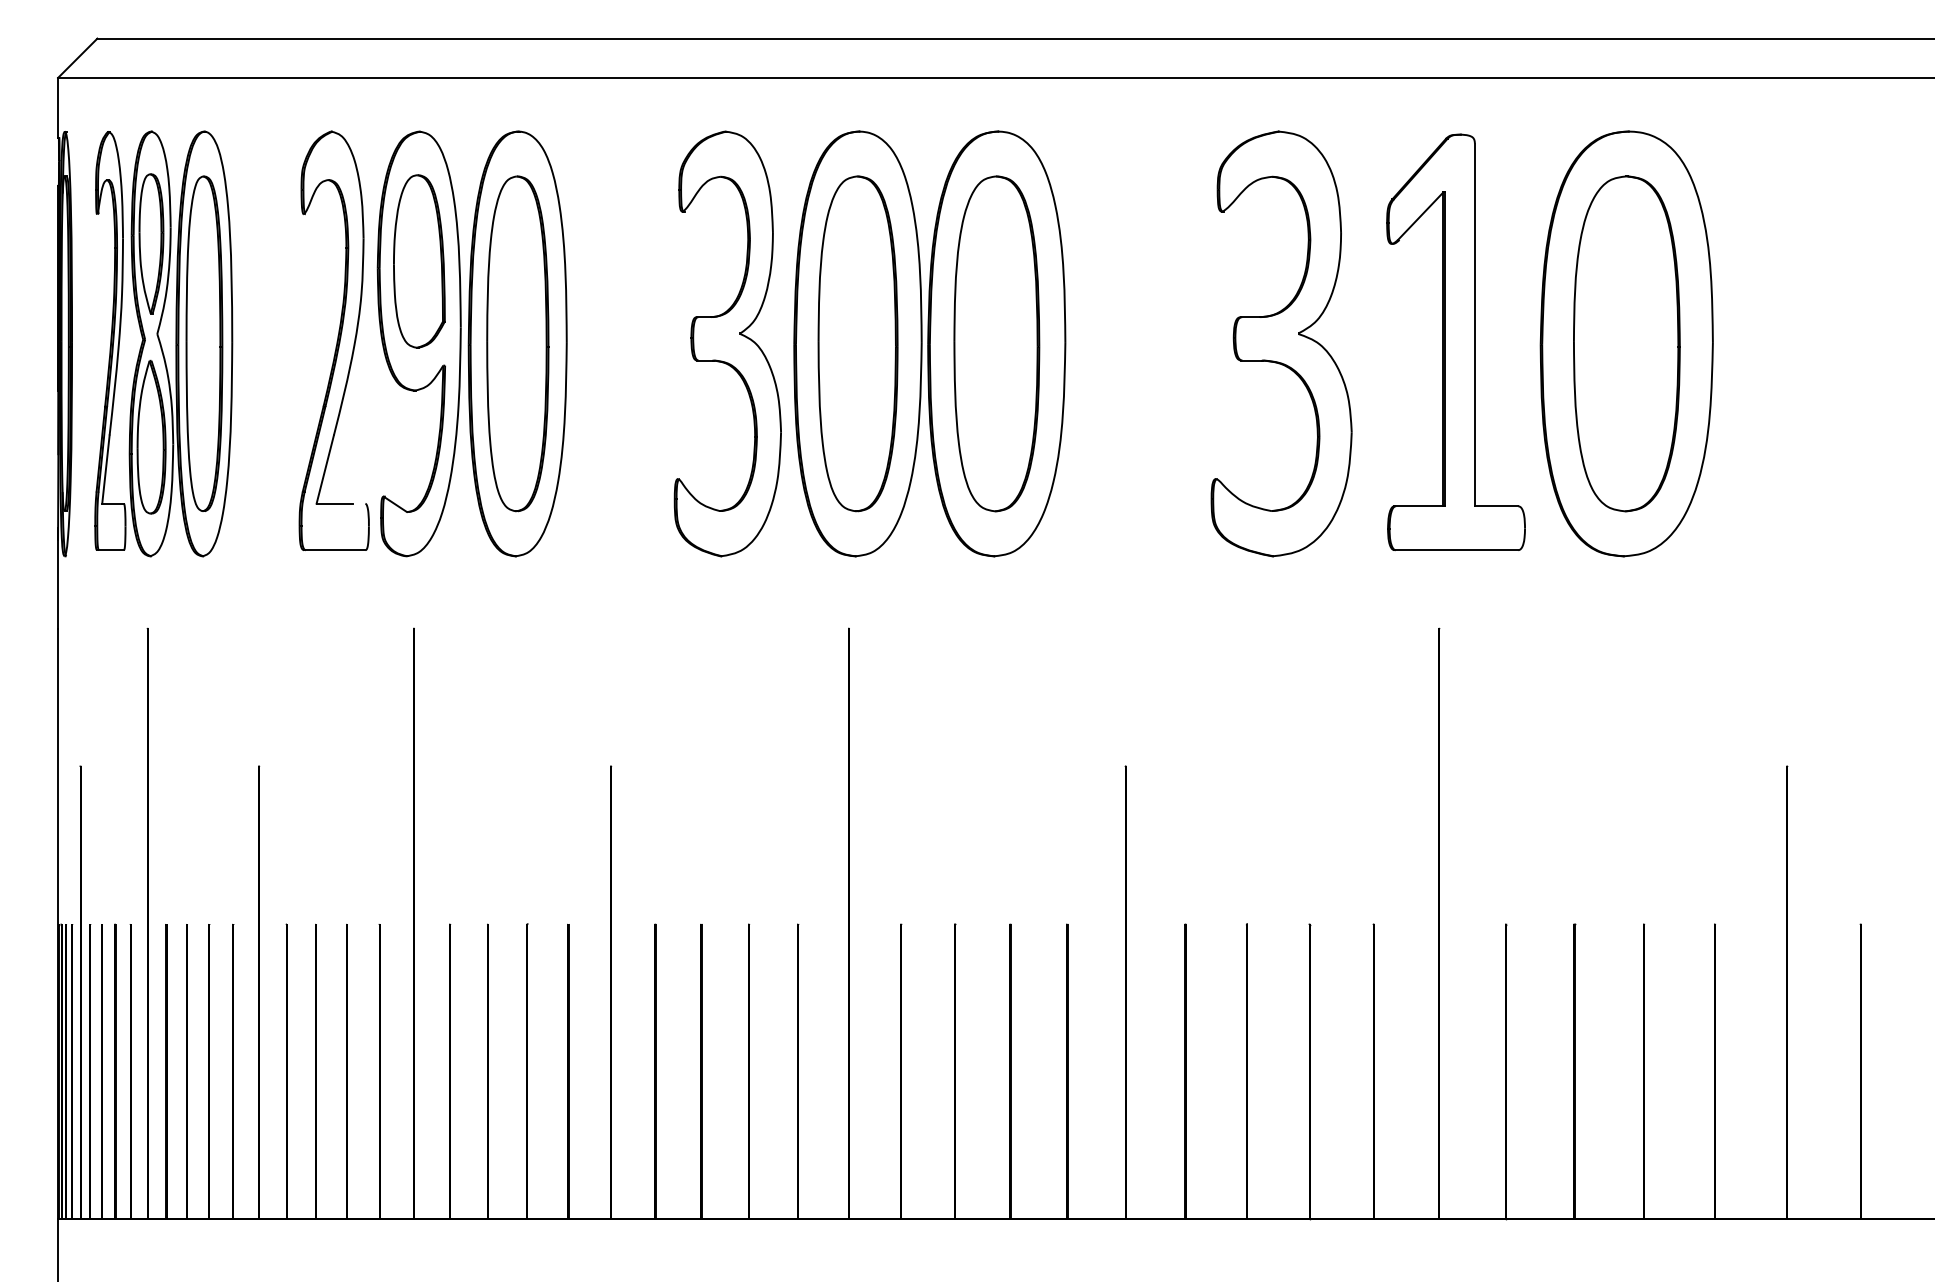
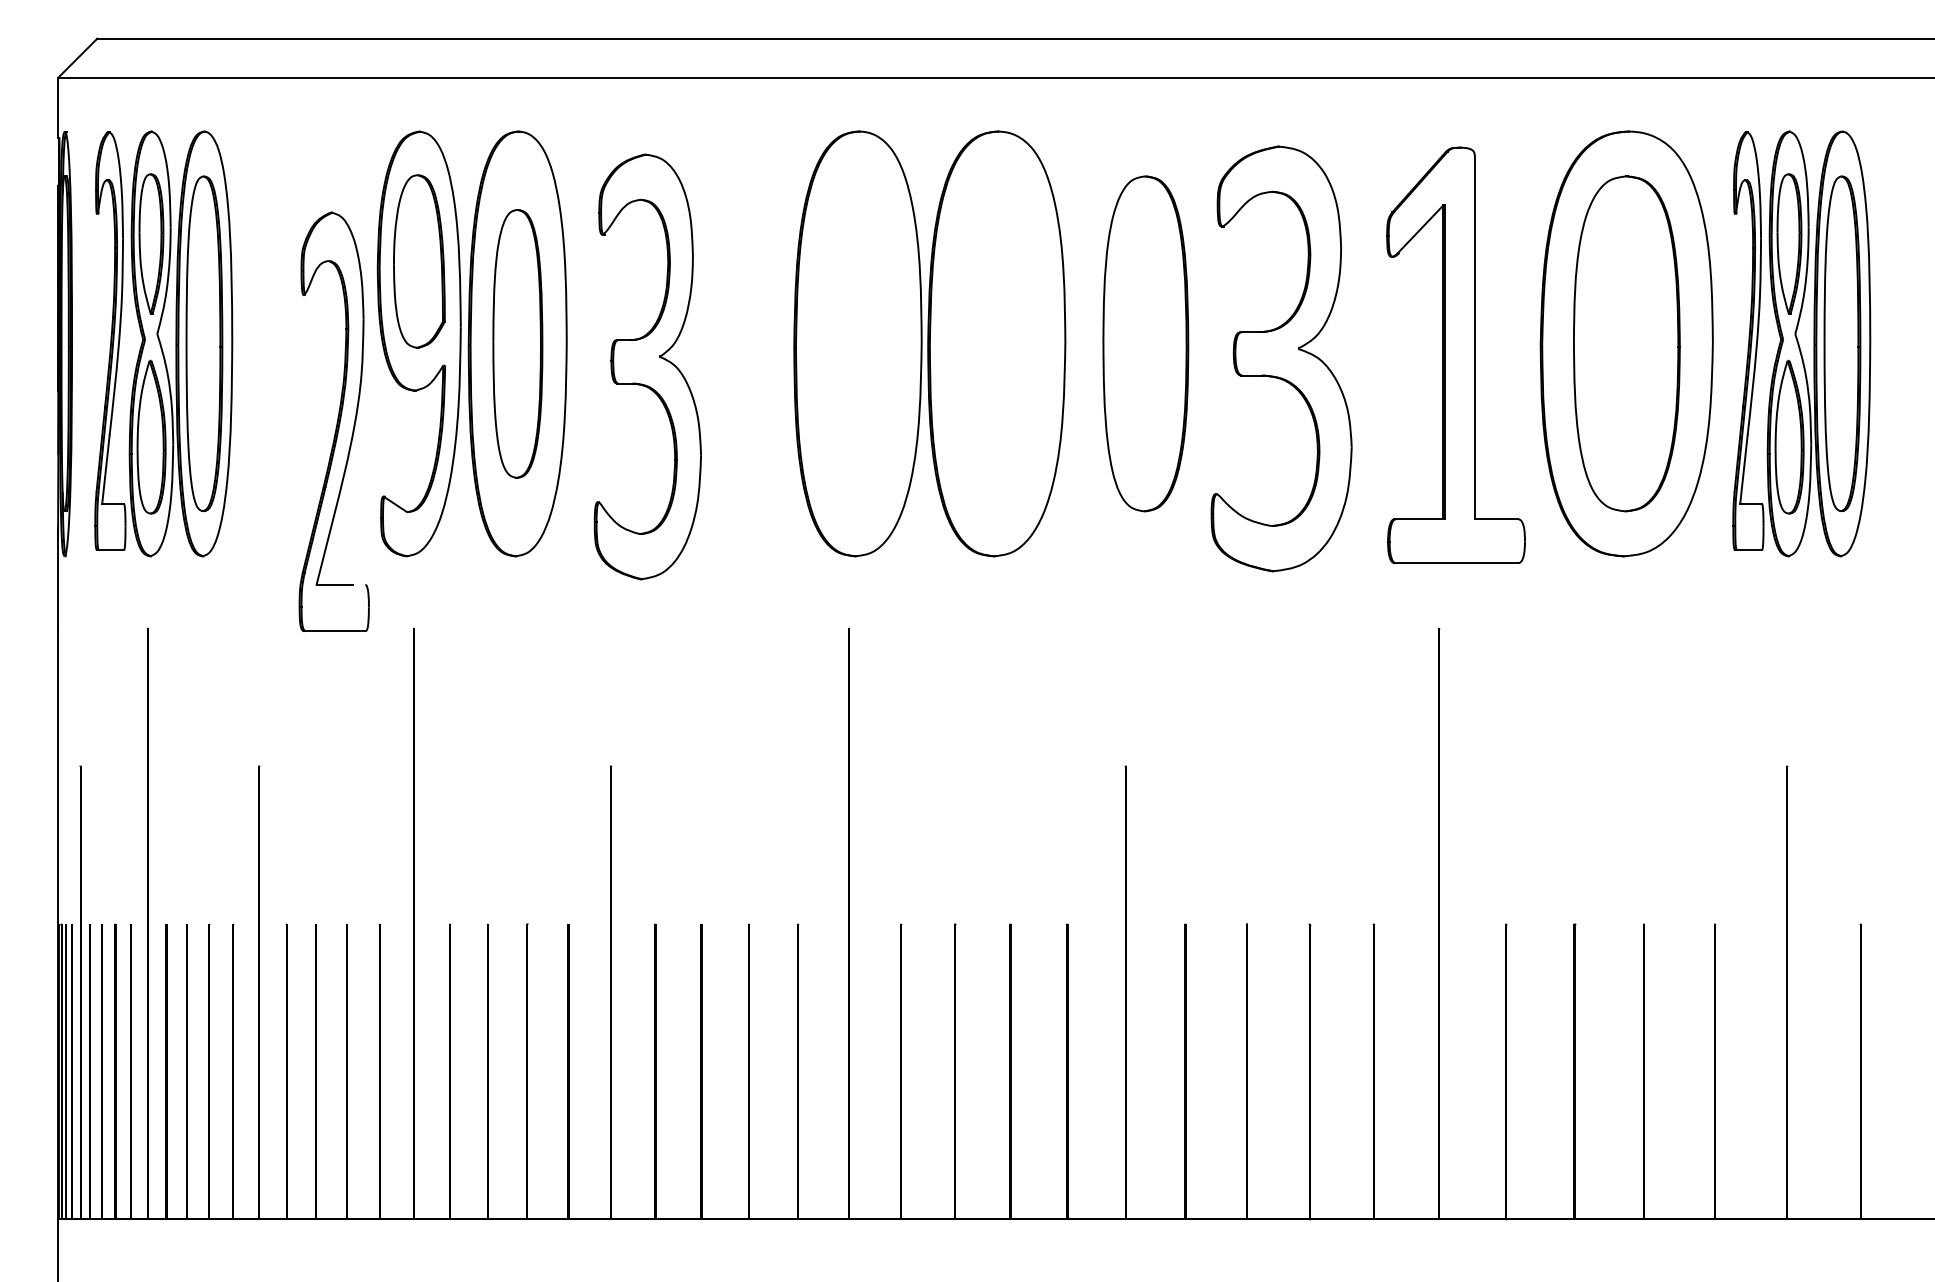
part at (333, 340) position: (333, 340) -> (333, 421)
part at (1455, 342) position: (1455, 342) -> (1455, 355)
part at (517, 343) size: 64x338 px -> 52x270 px
part at (727, 343) position: (727, 343) -> (647, 366)
part at (857, 343): present -> none
part at (996, 343) position: (996, 343) -> (1145, 343)
part at (1281, 343) position: (1281, 343) -> (1281, 358)
part at (1801, 343): none -> present
